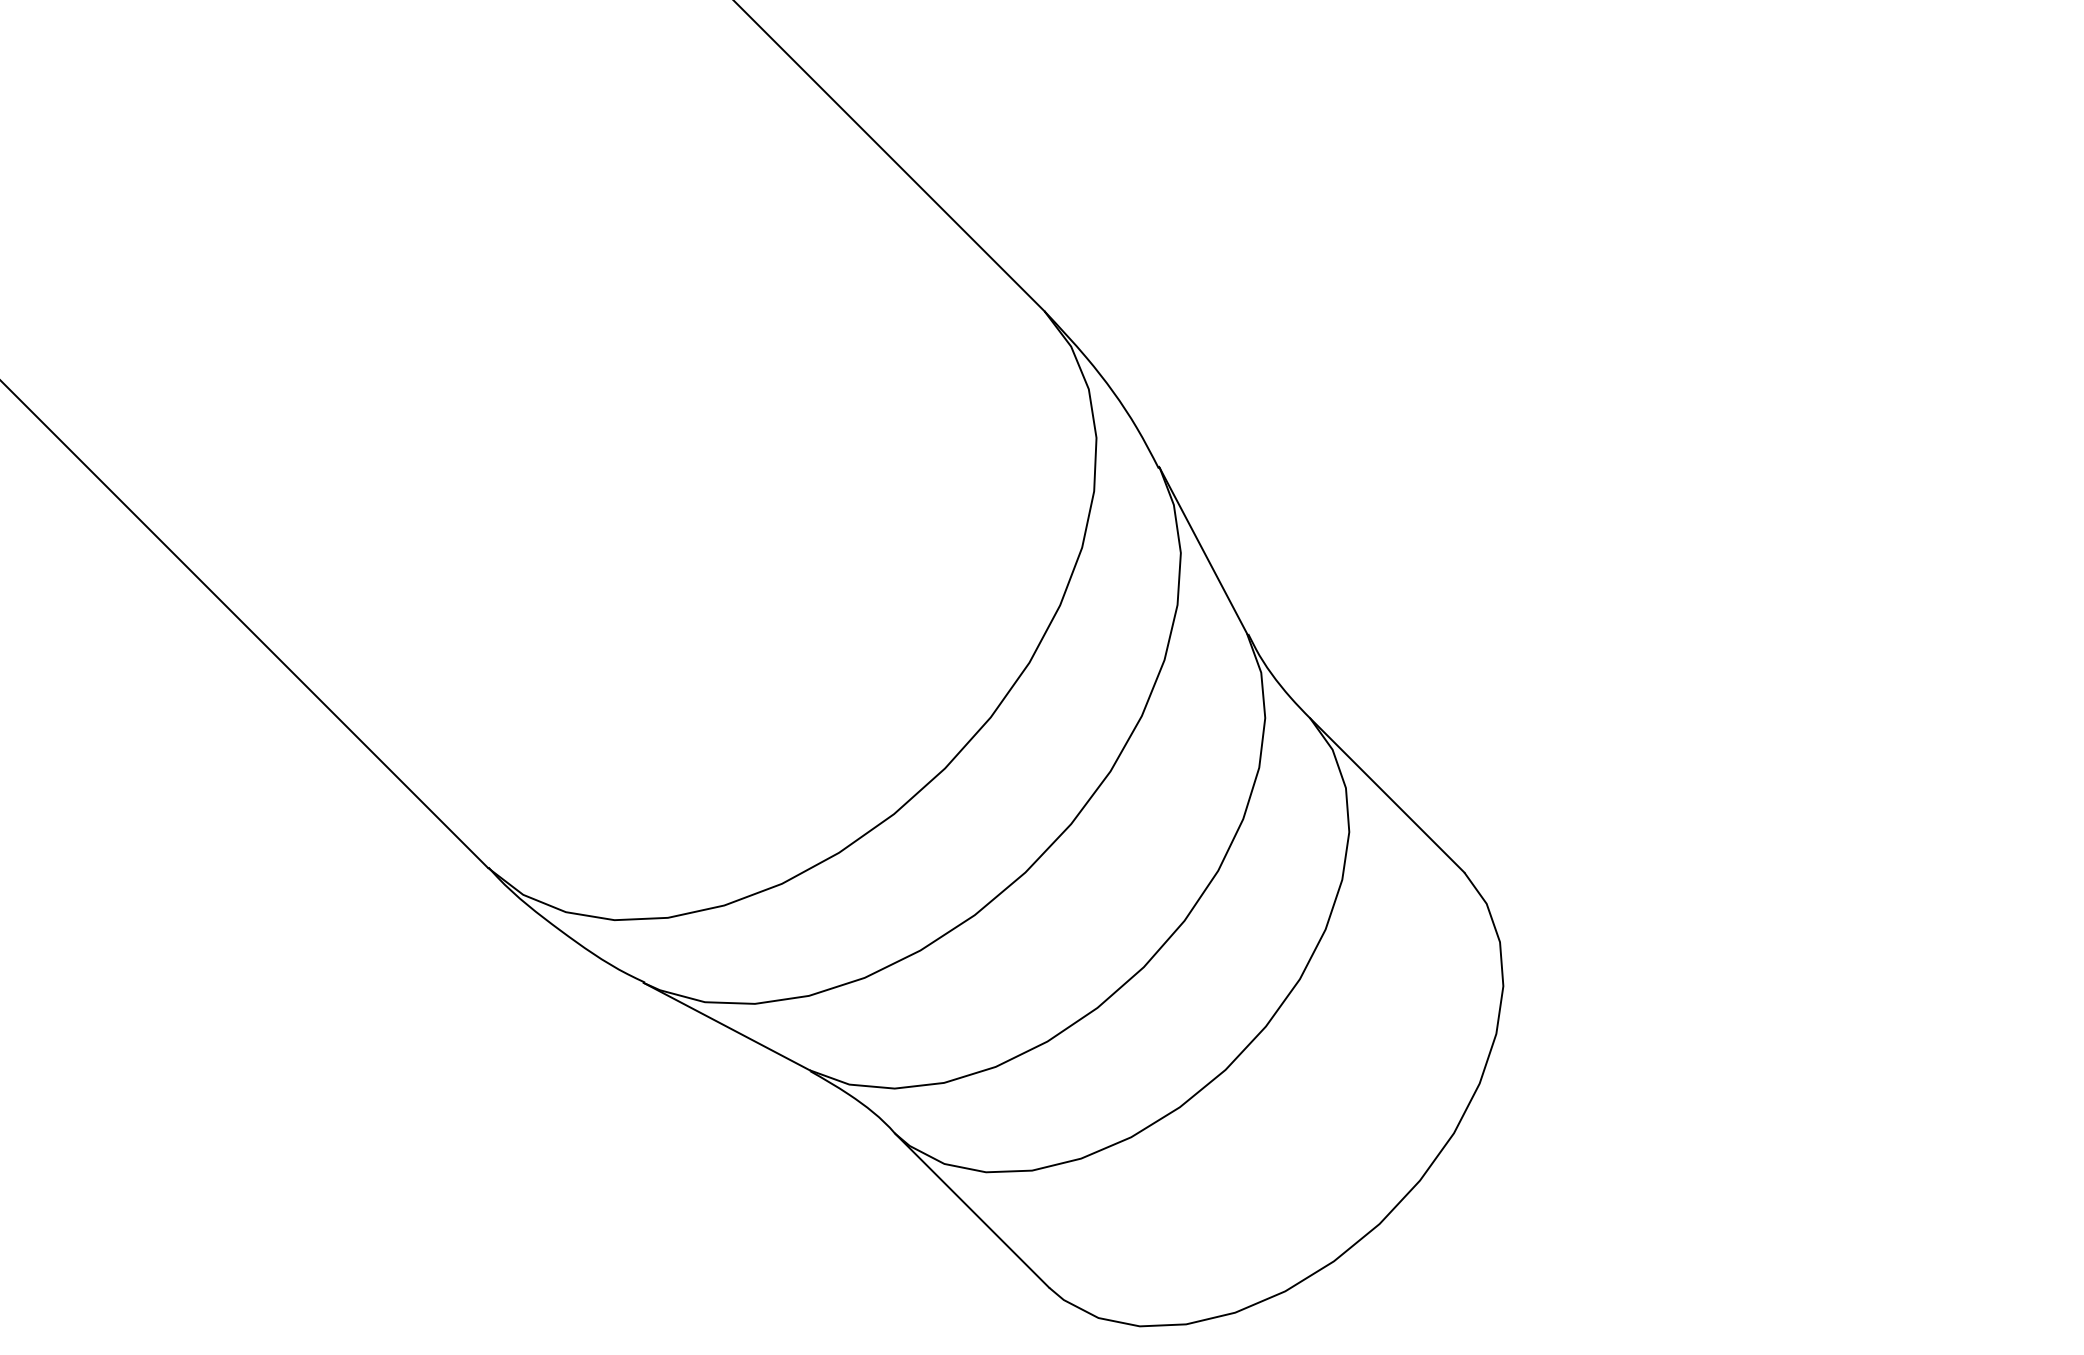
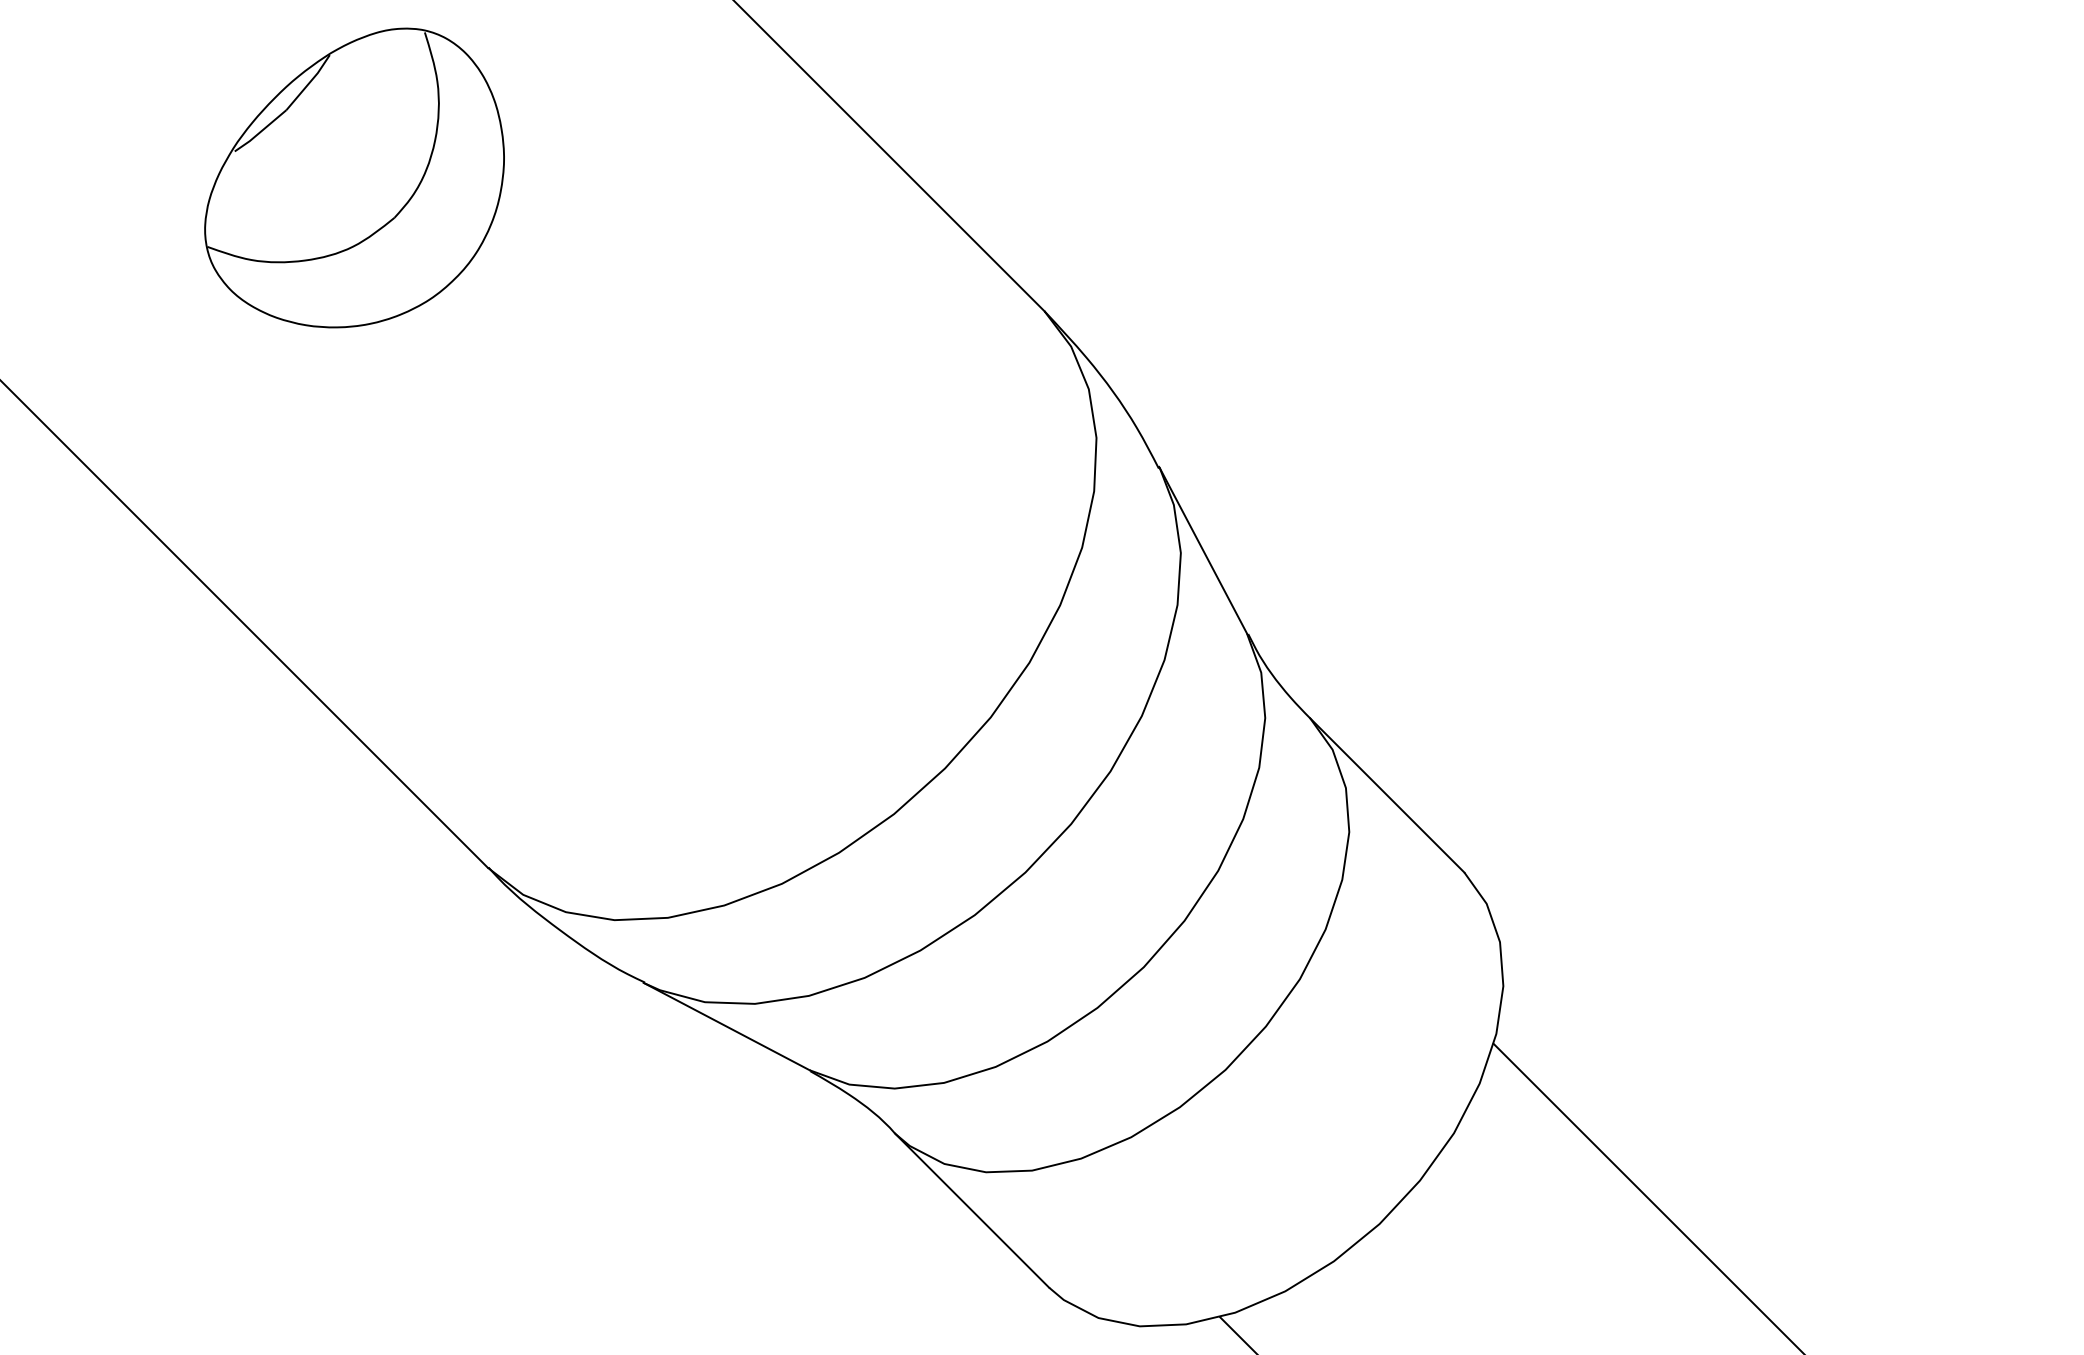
part at (354, 177): none -> present
line at (1647, 1197): none -> present
line at (1237, 1334): none -> present
